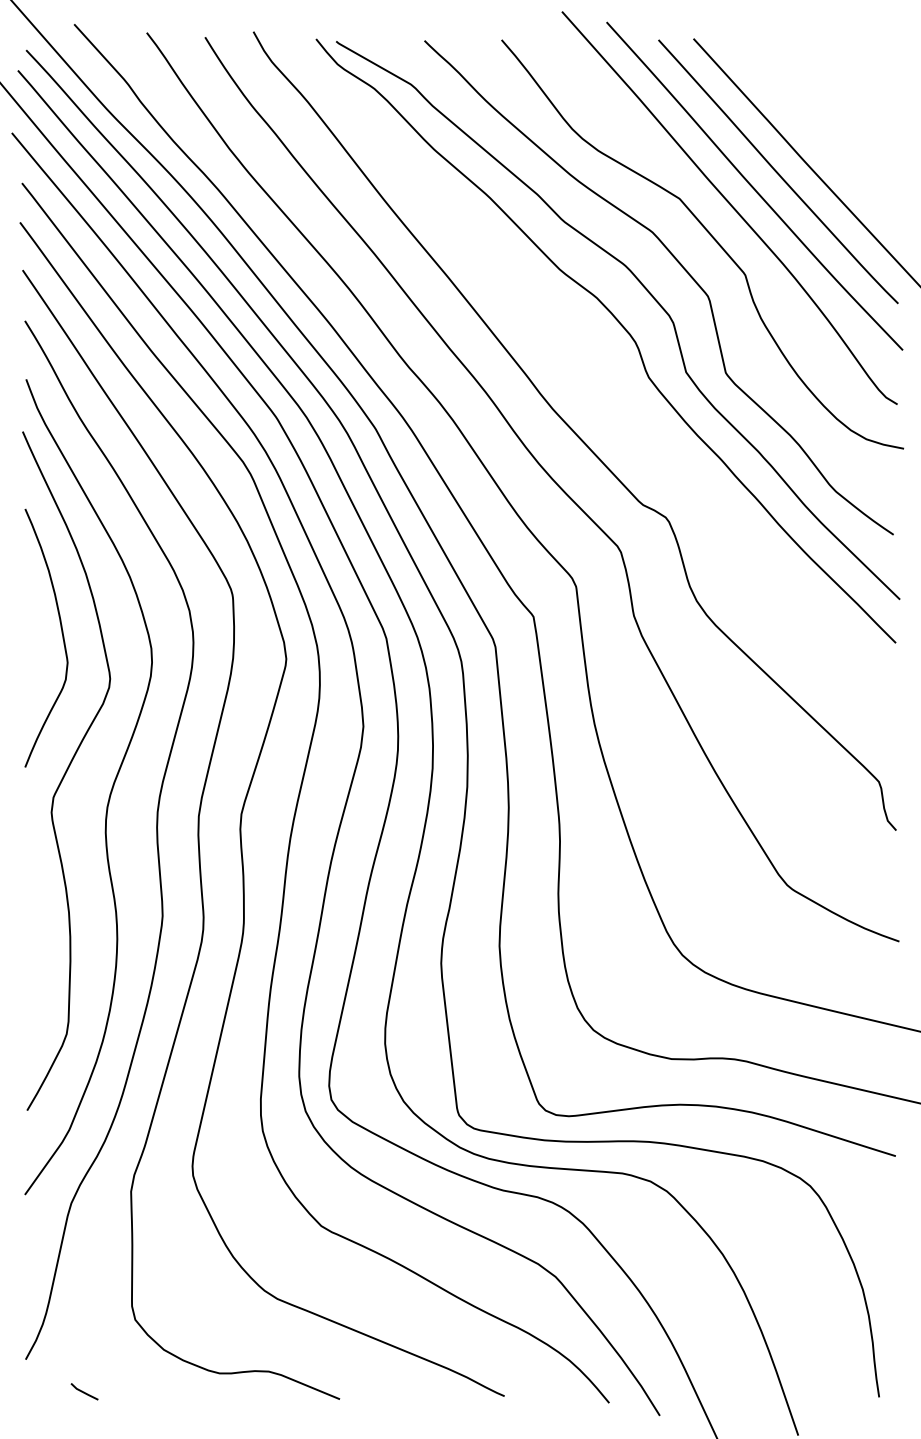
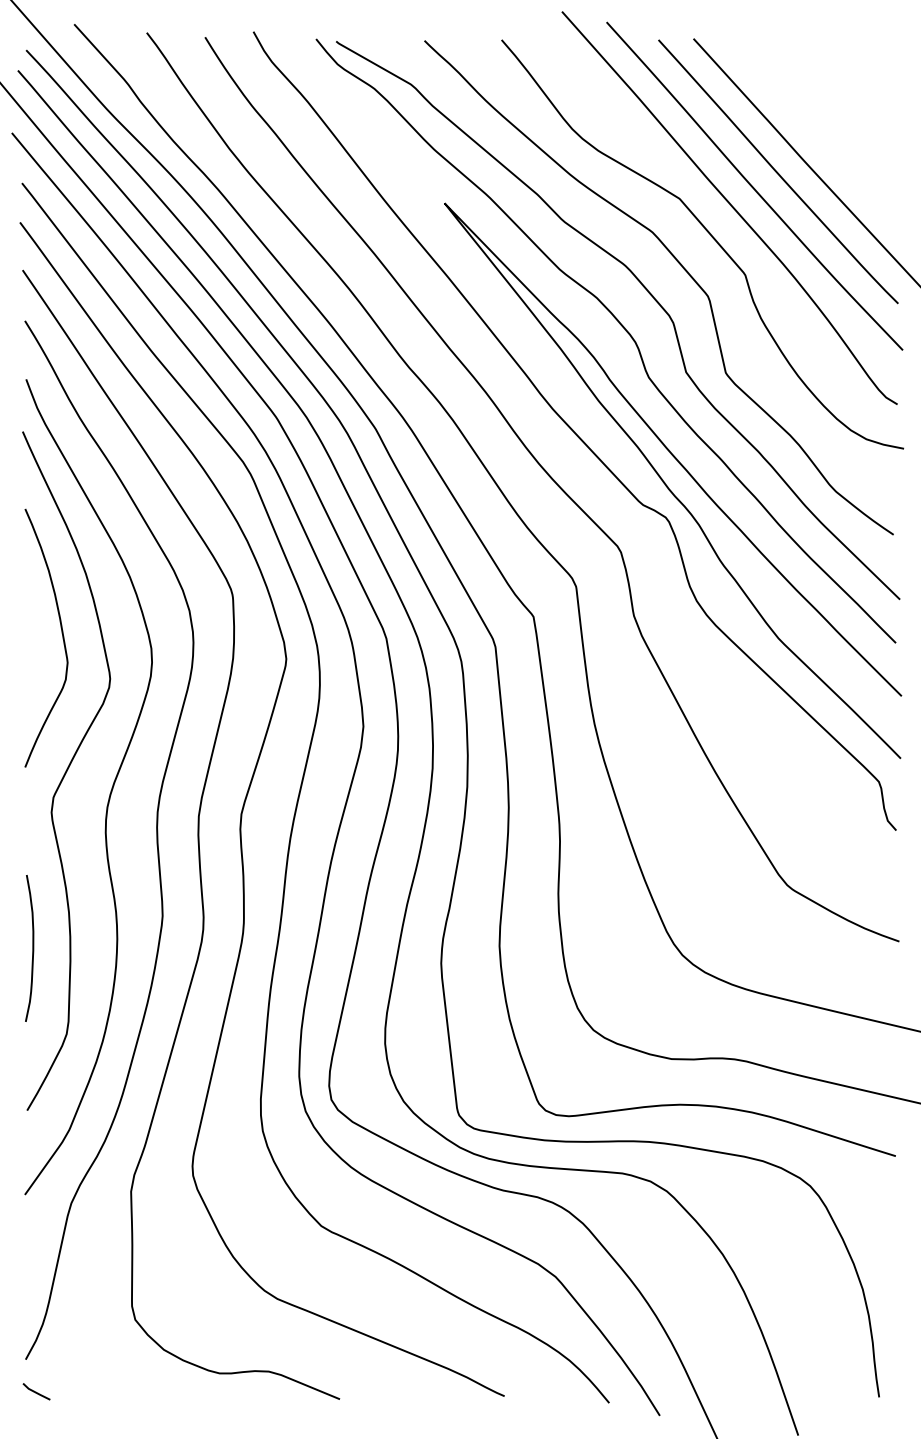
curve at (667, 485): none -> present
curve at (32, 948): none -> present
line at (84, 1391) position: (84, 1391) -> (36, 1391)
